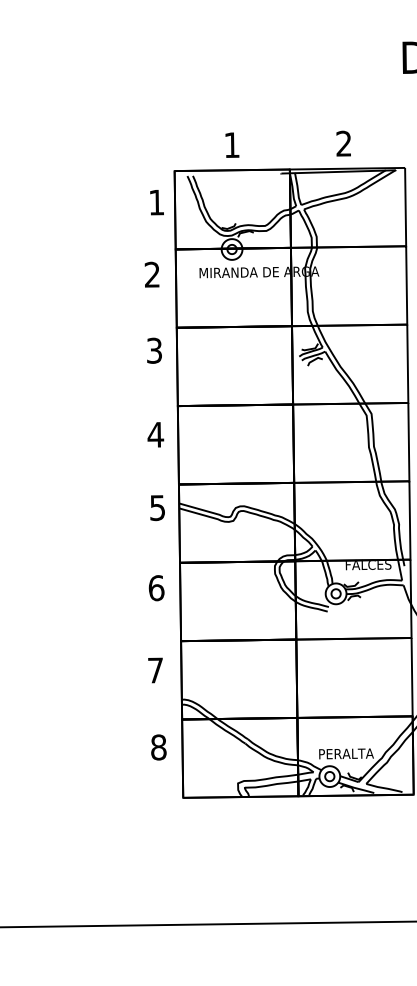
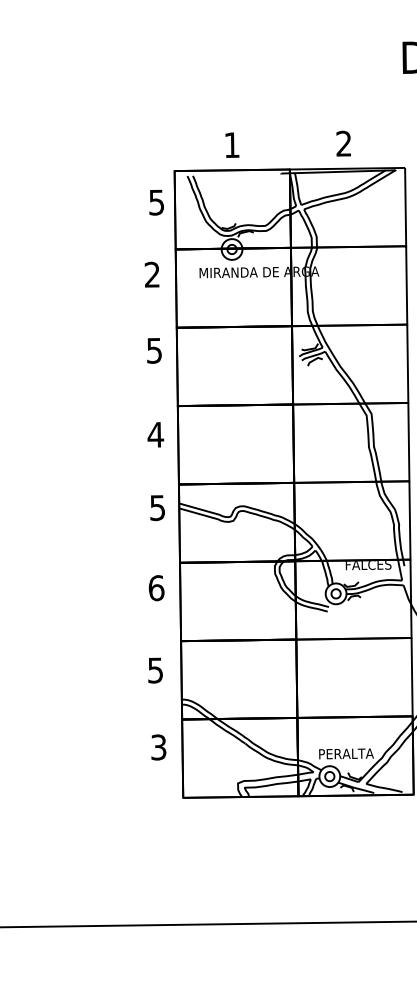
text at (156, 202): 1 -> 5
text at (154, 350): 3 -> 5
text at (155, 670): 7 -> 5
text at (158, 747): 8 -> 3
